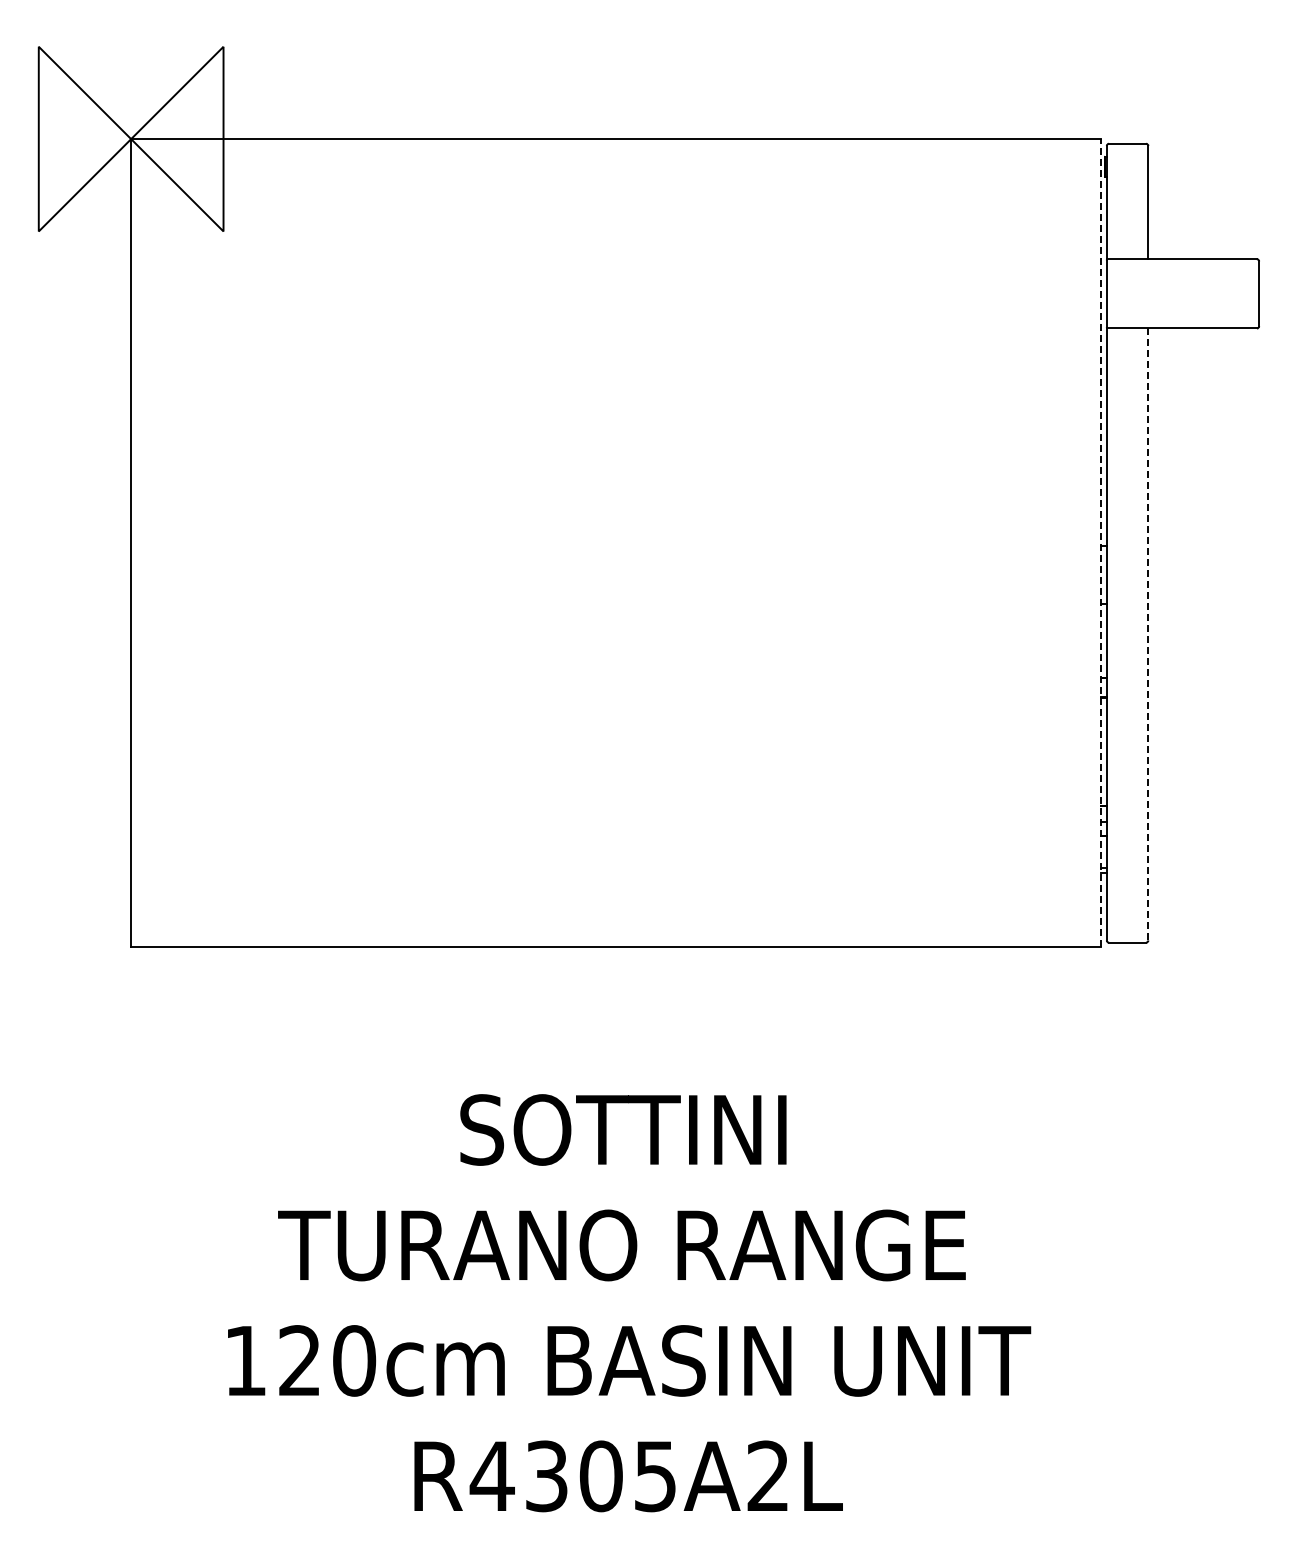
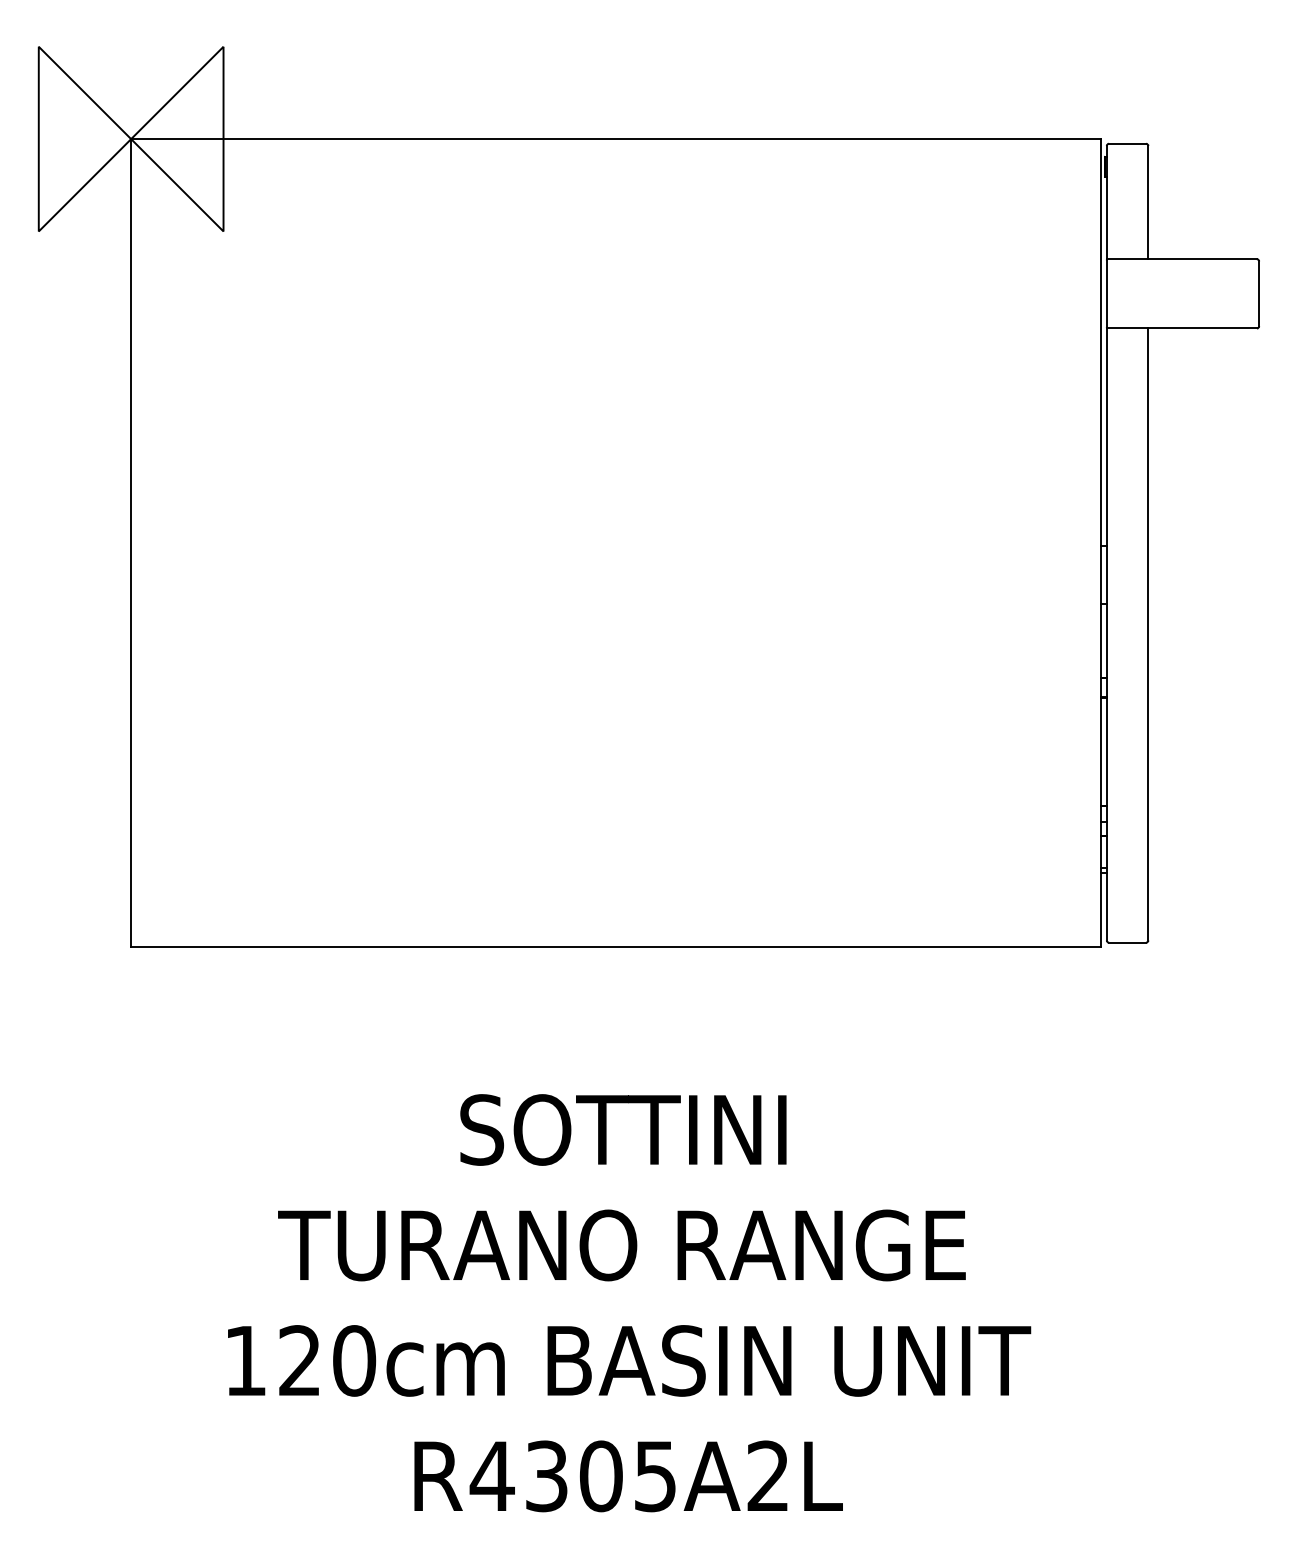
line at (1101, 542): dashed -> solid
line at (1148, 634): dashed -> solid
